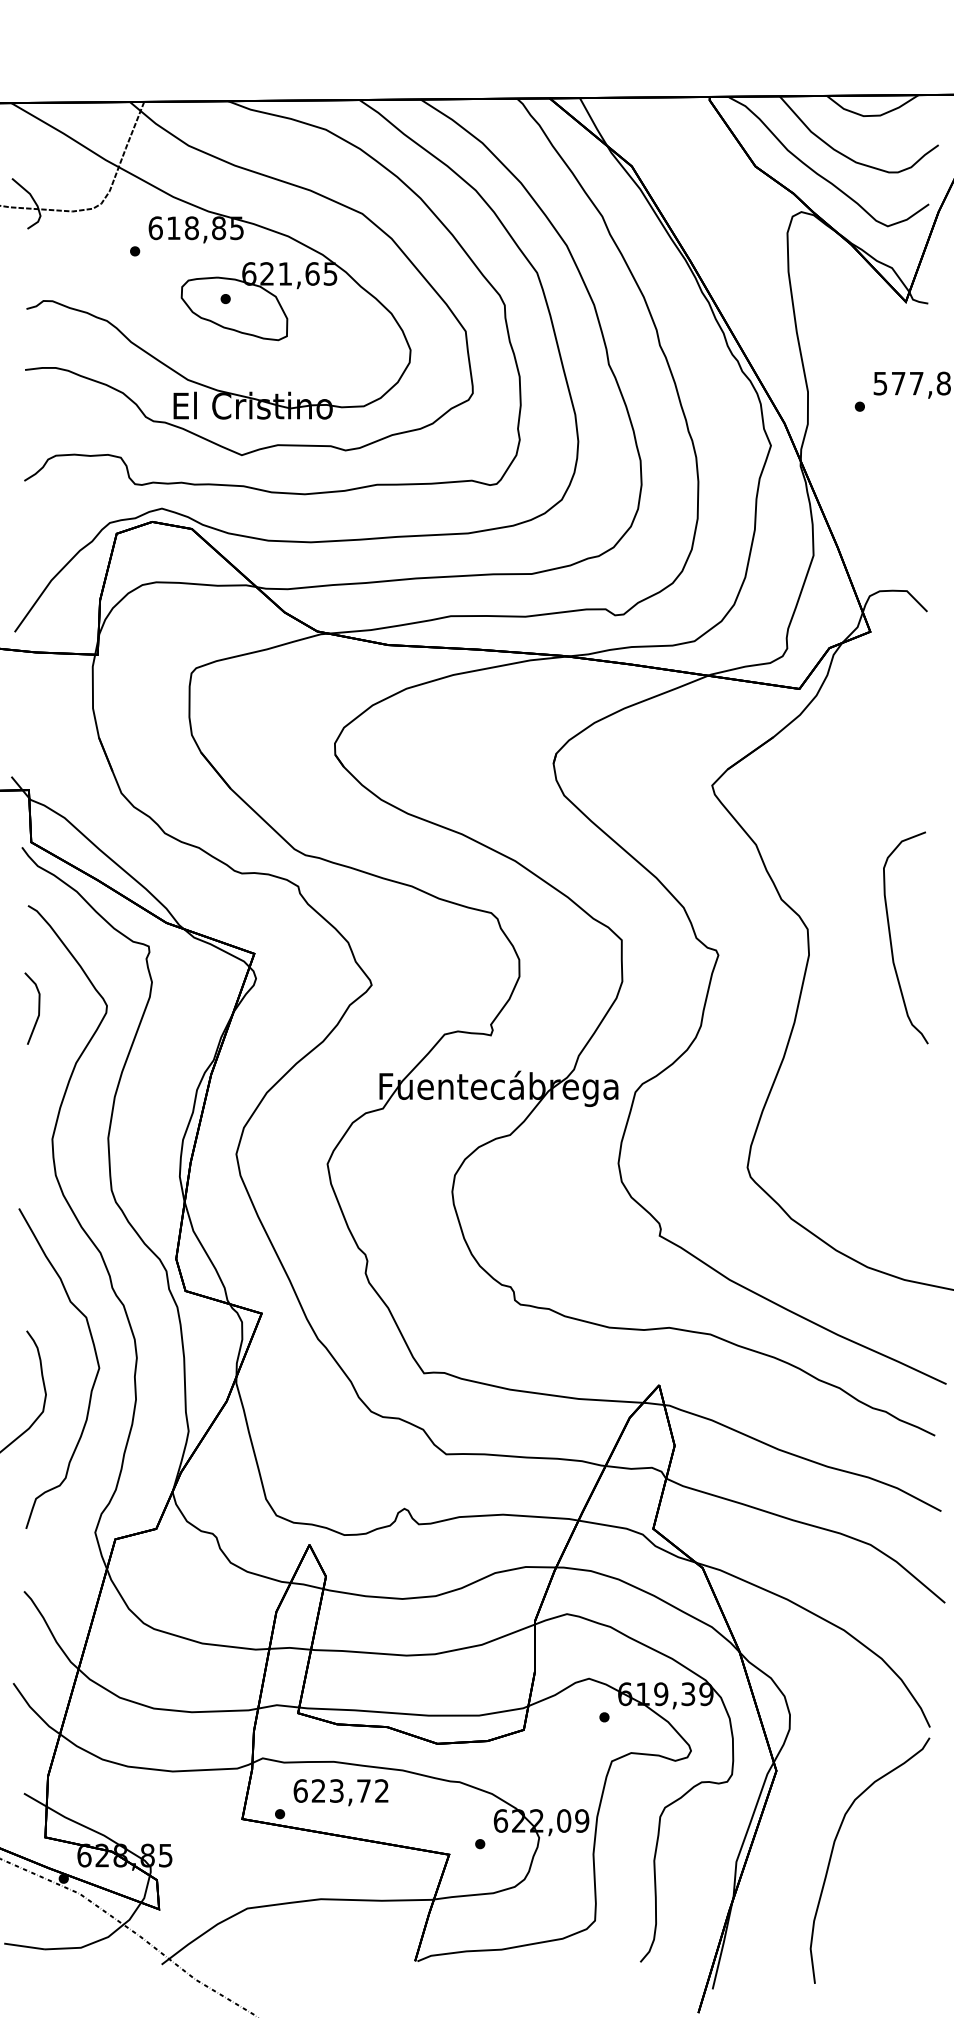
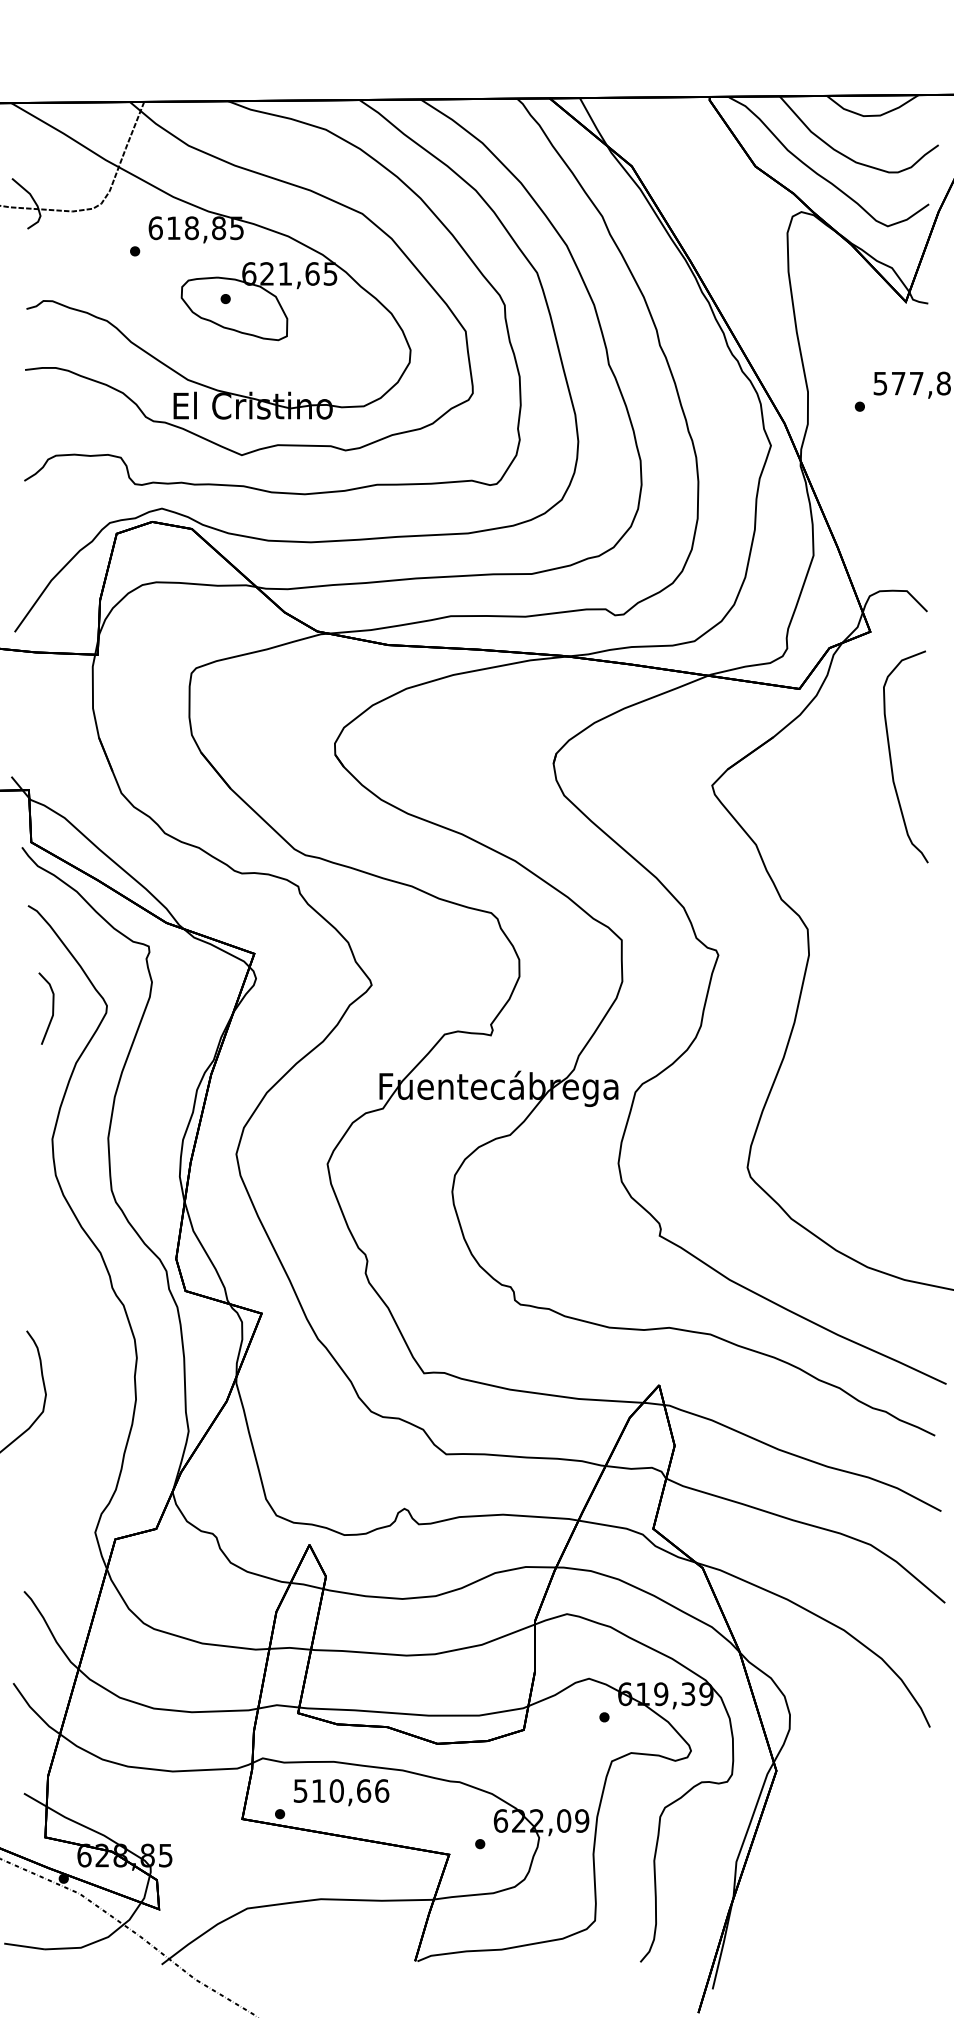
curve at (891, 937) position: (891, 937) -> (891, 756)
line at (38, 1008) position: (38, 1008) -> (52, 1008)
curve at (94, 1379): present -> none
text at (341, 1790): 623,72 -> 510,66
curve at (833, 1850): present -> none
